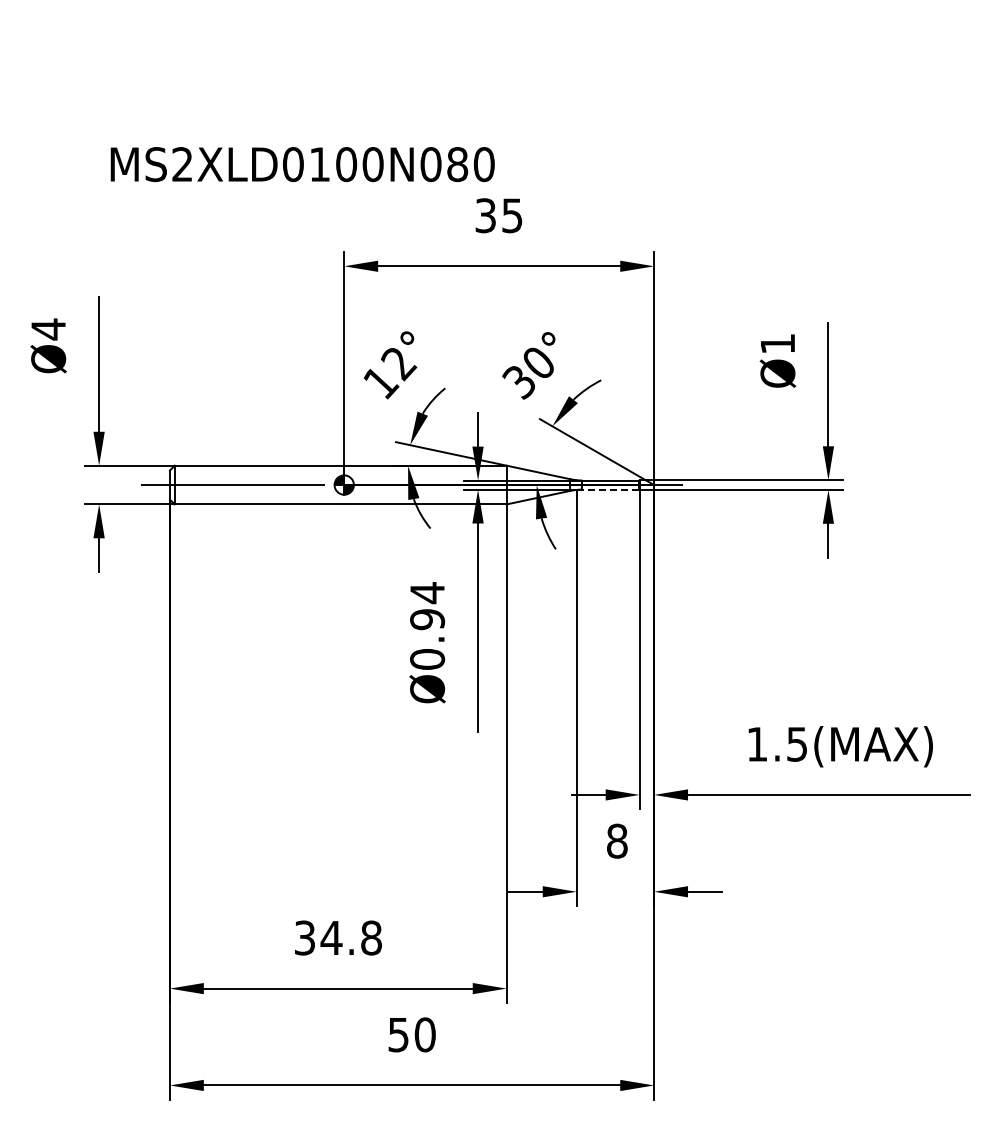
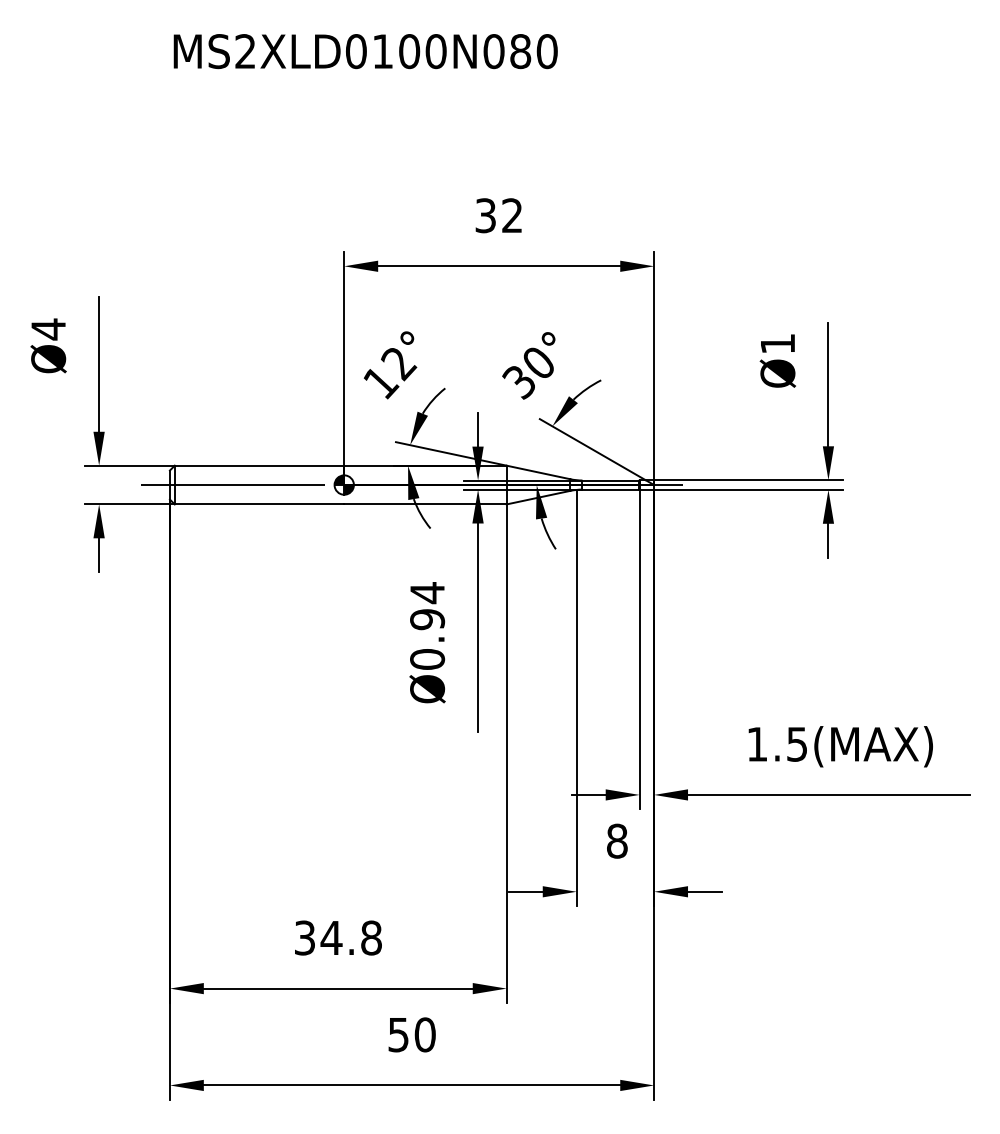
text at (302, 164) position: (302, 164) -> (365, 51)
text at (512, 215): 35 -> 32
line at (610, 489): dashed -> solid
